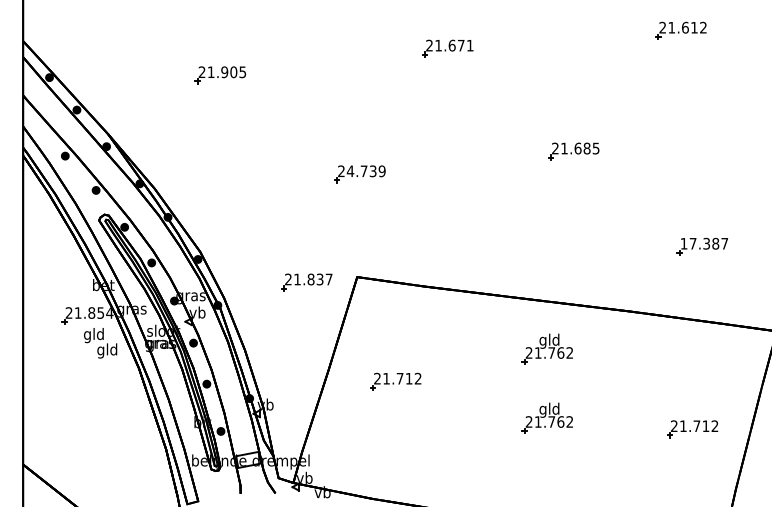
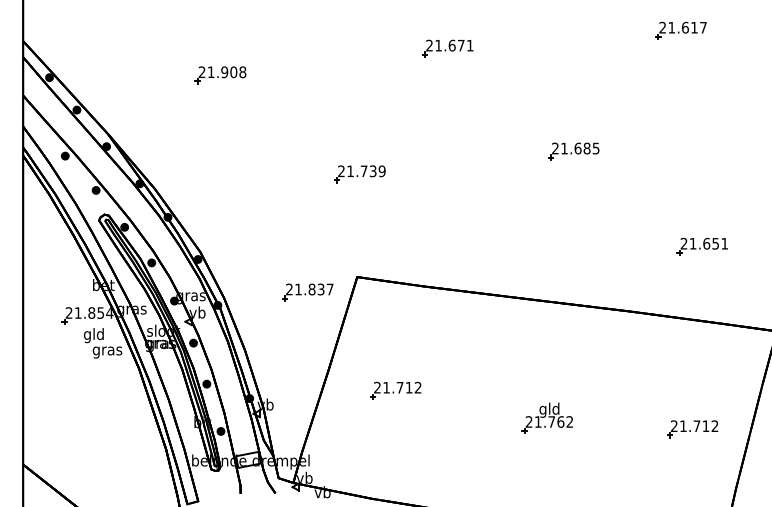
text at (703, 27): 21.612 -> 21.617
text at (242, 72): 21.905 -> 21.908
text at (350, 171): 24.739 -> 21.739
text at (704, 243): 17.387 -> 21.651
part at (306, 282) position: (306, 282) -> (307, 292)
part at (546, 348): present -> none
text at (107, 350): gld -> gras
part at (395, 381) position: (395, 381) -> (395, 390)
